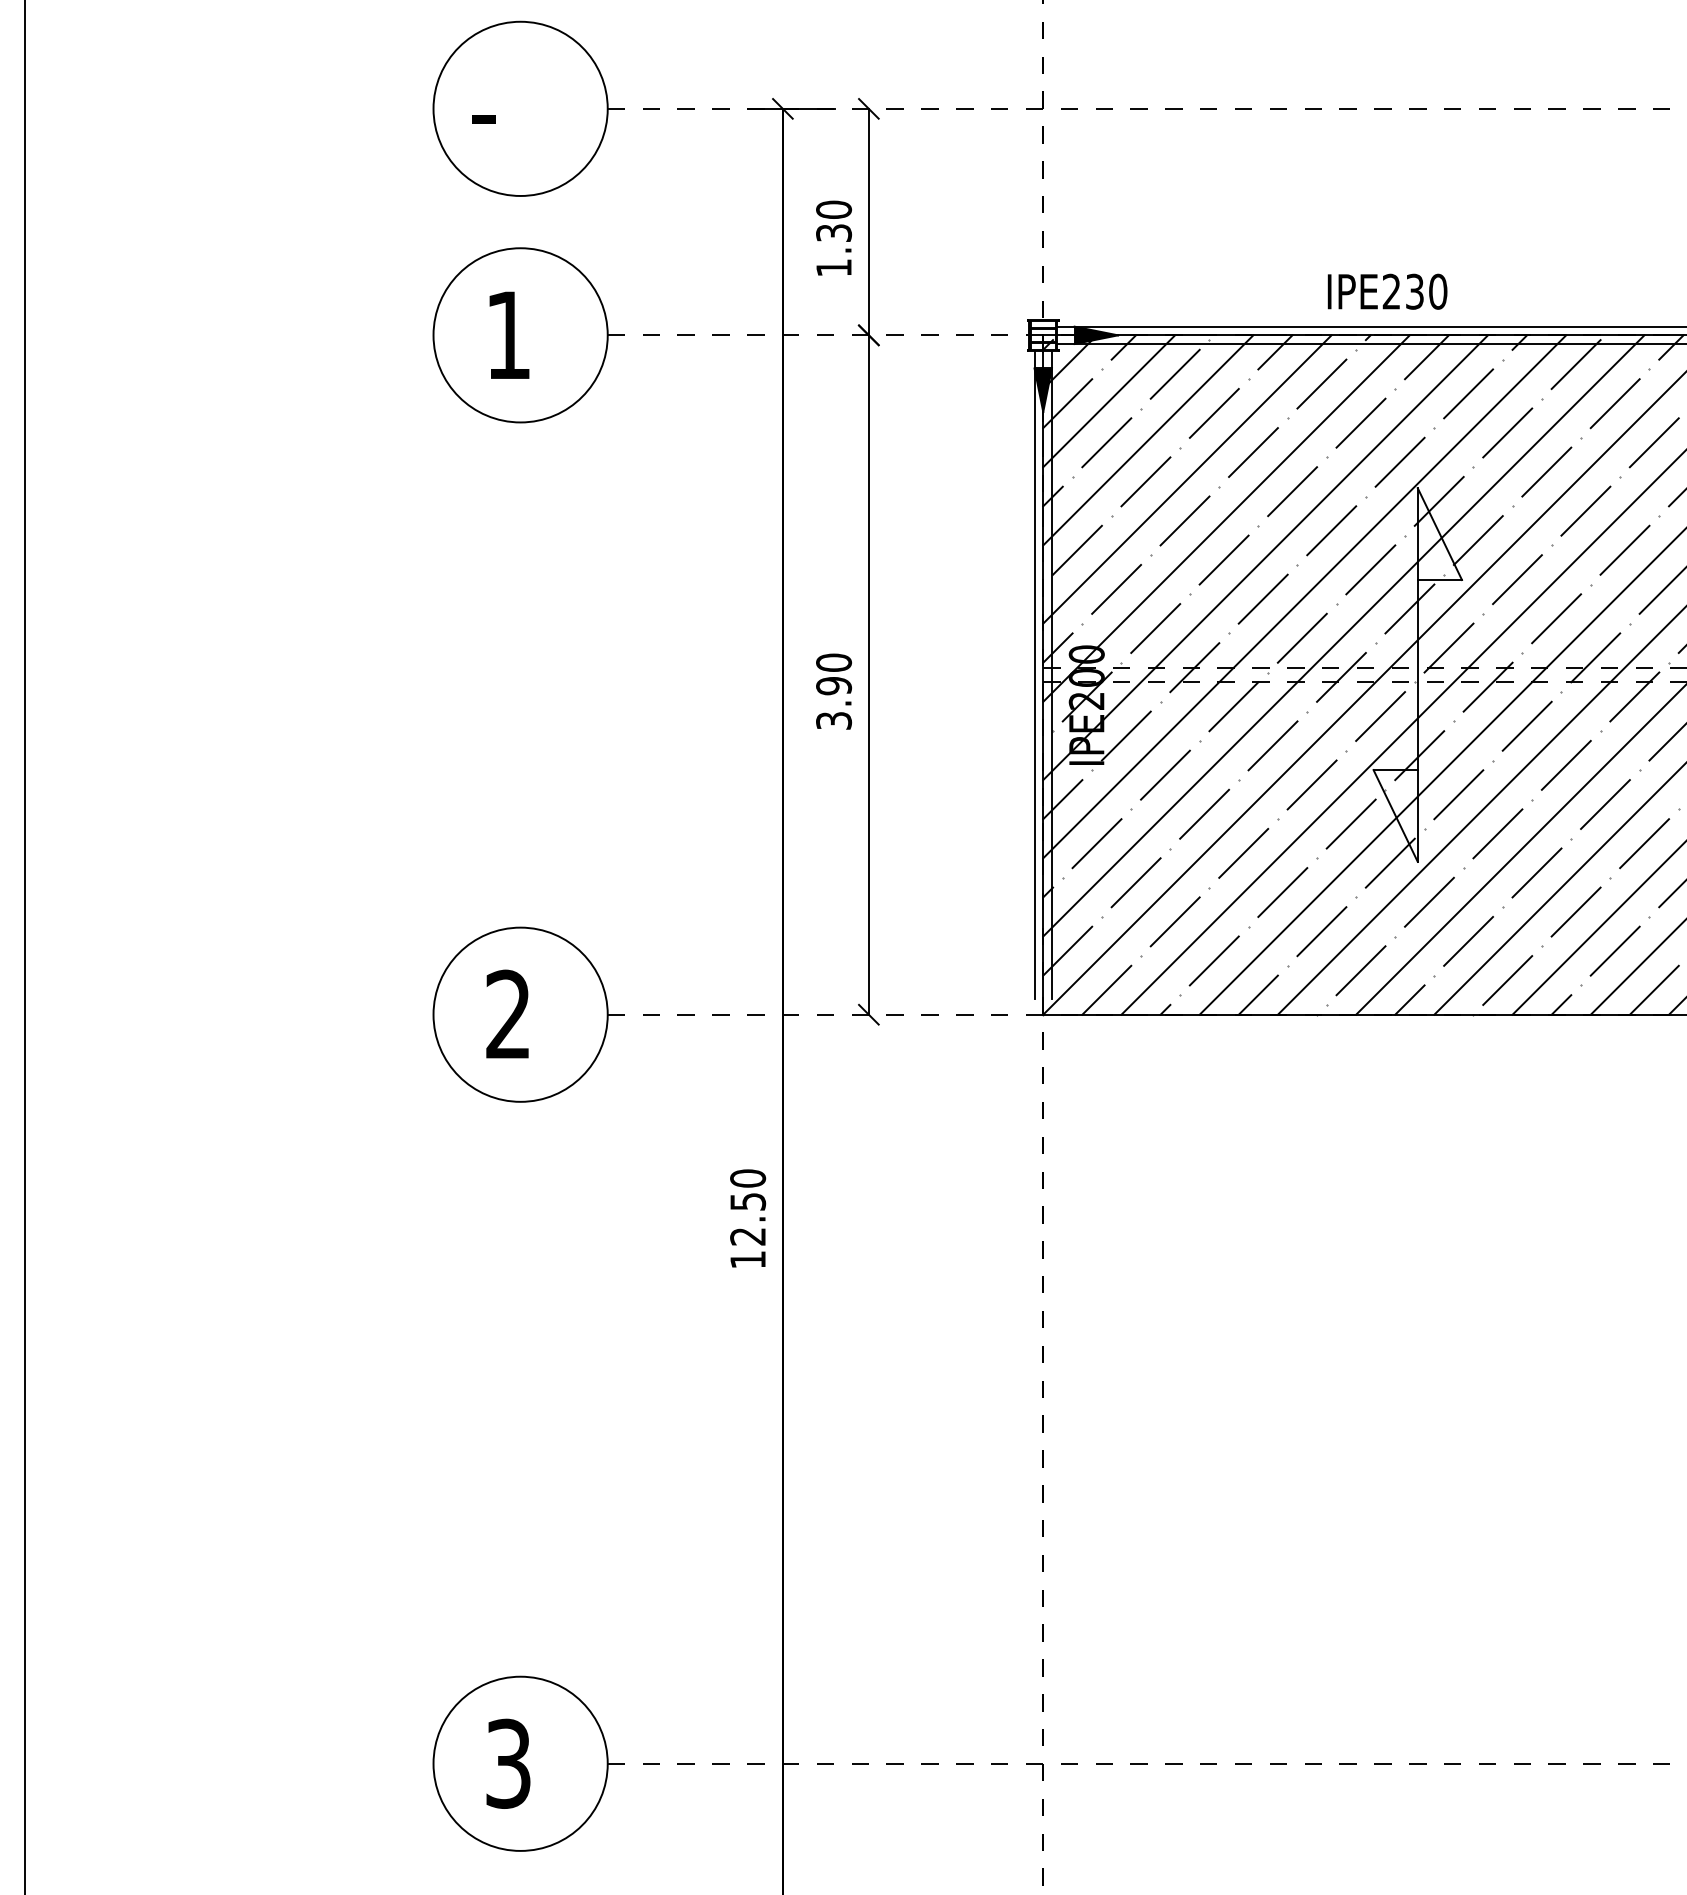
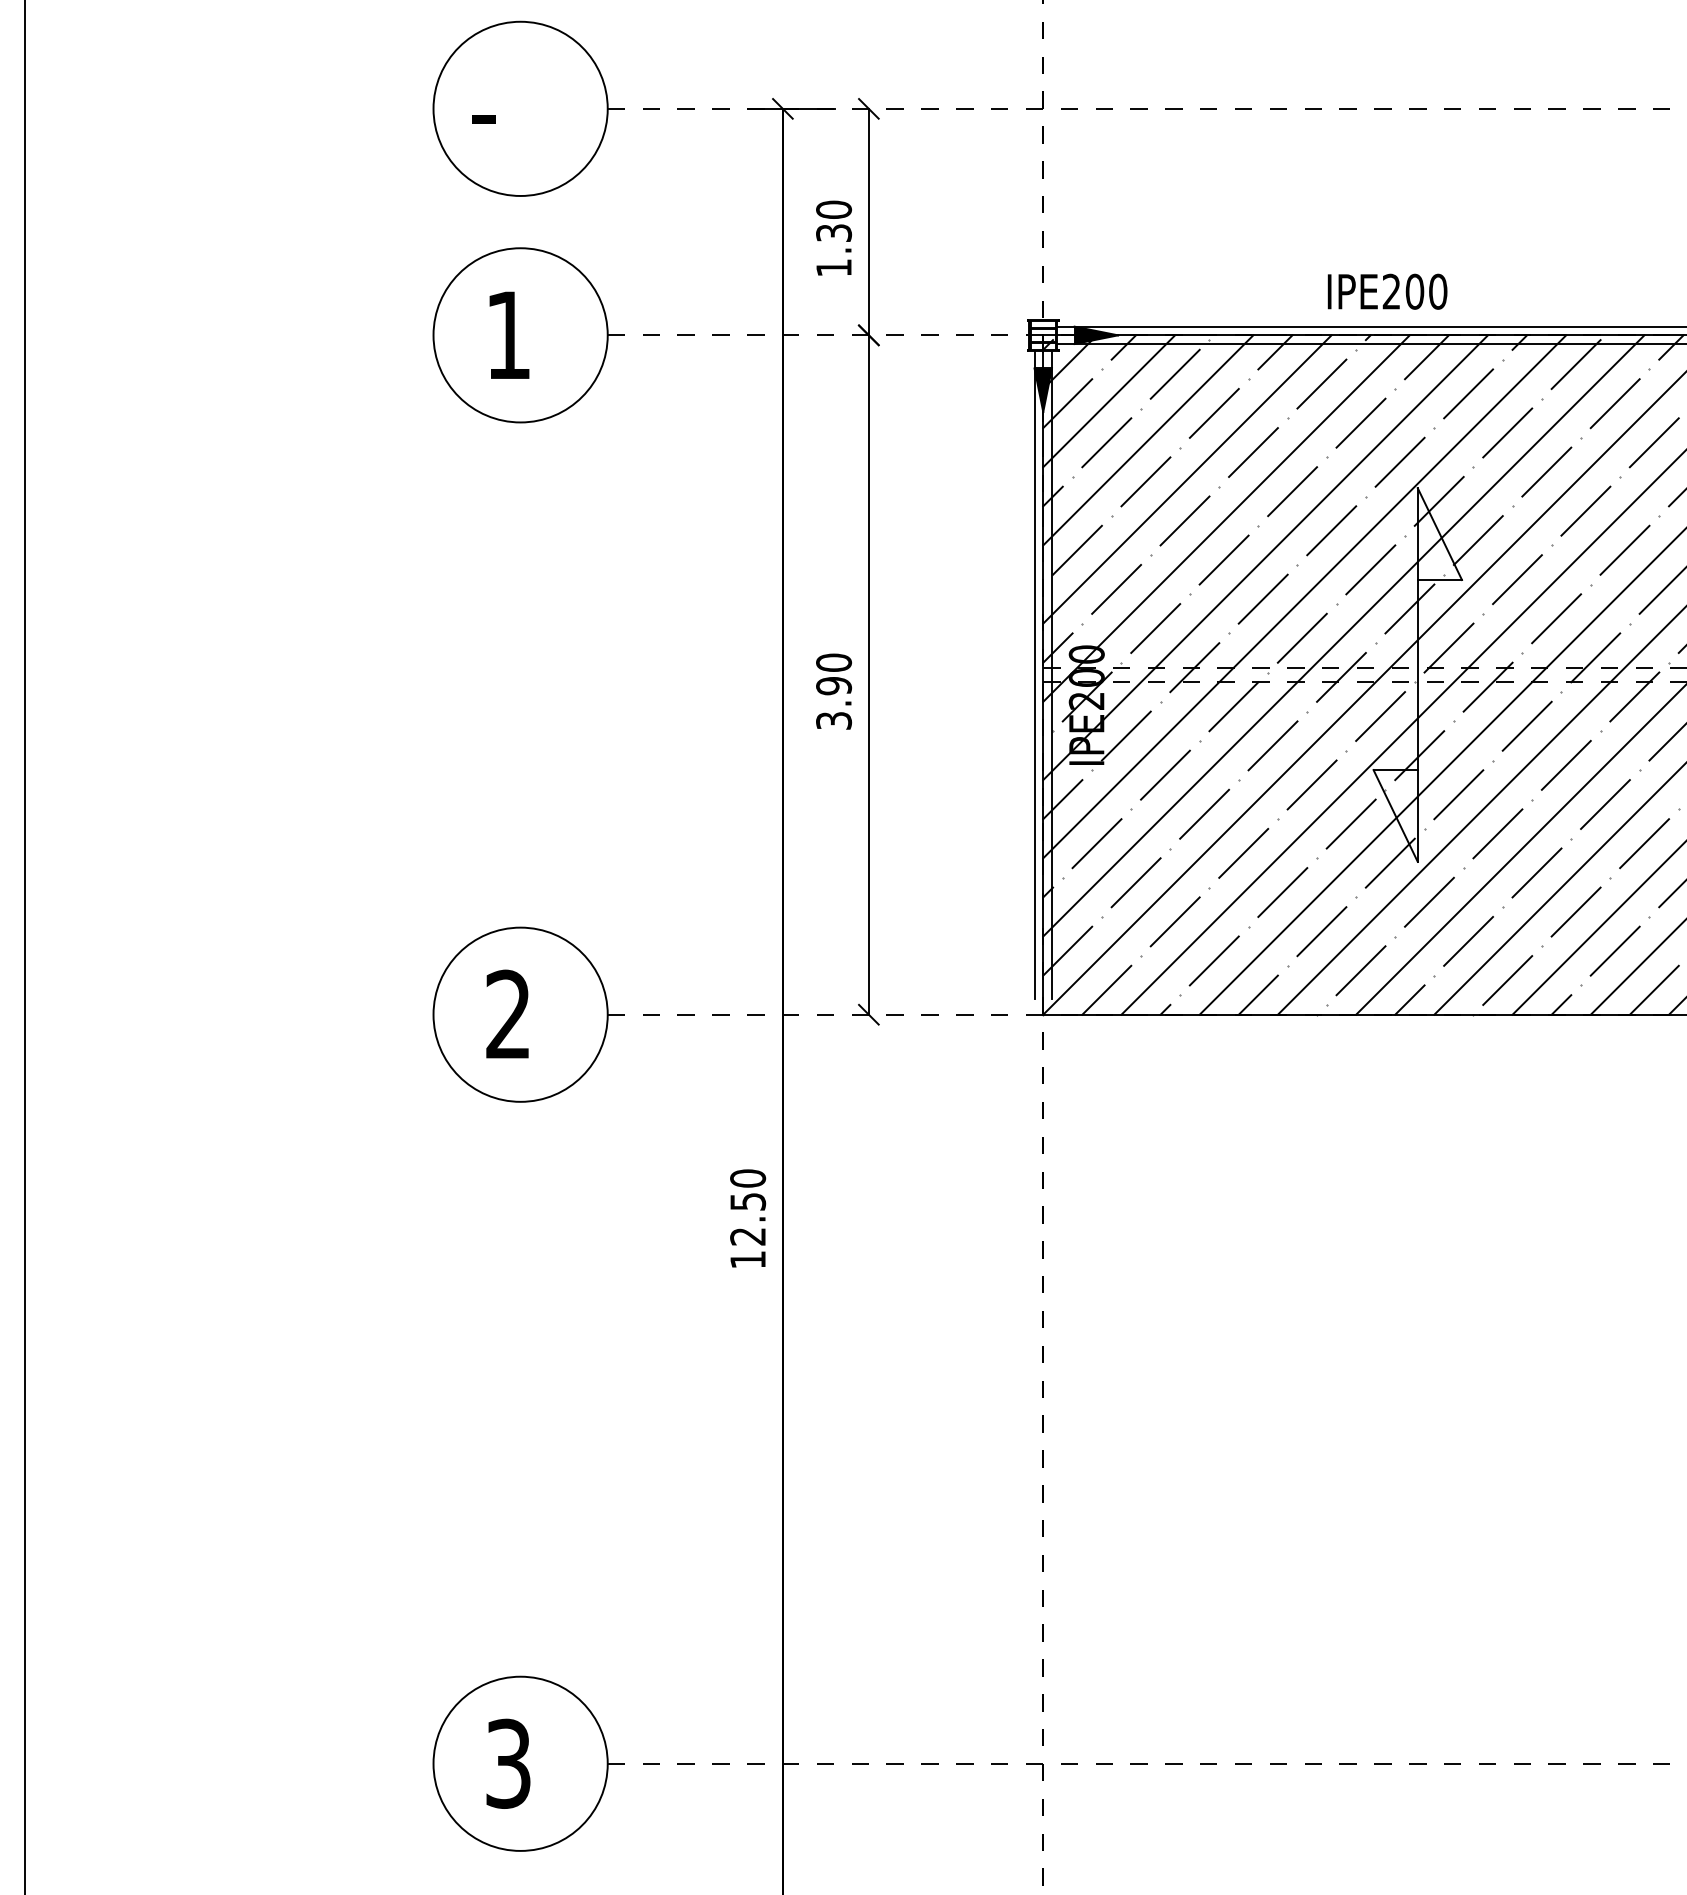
text at (1414, 291): IPE230 -> IPE200
